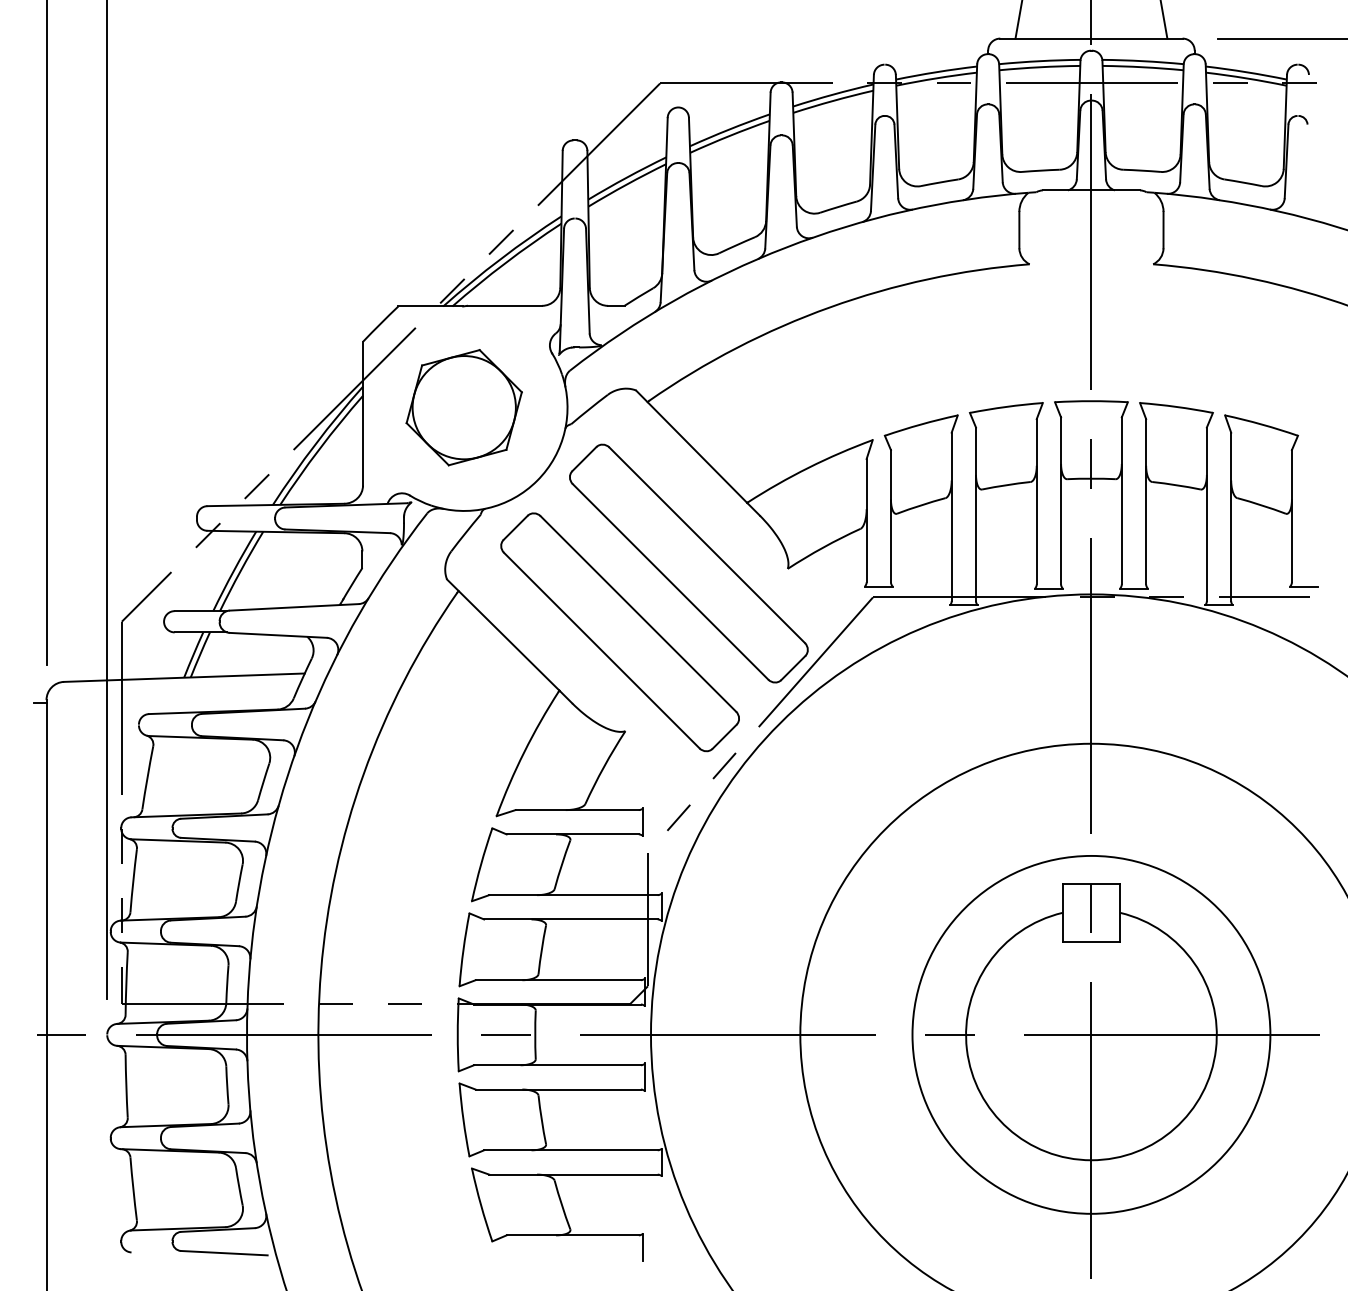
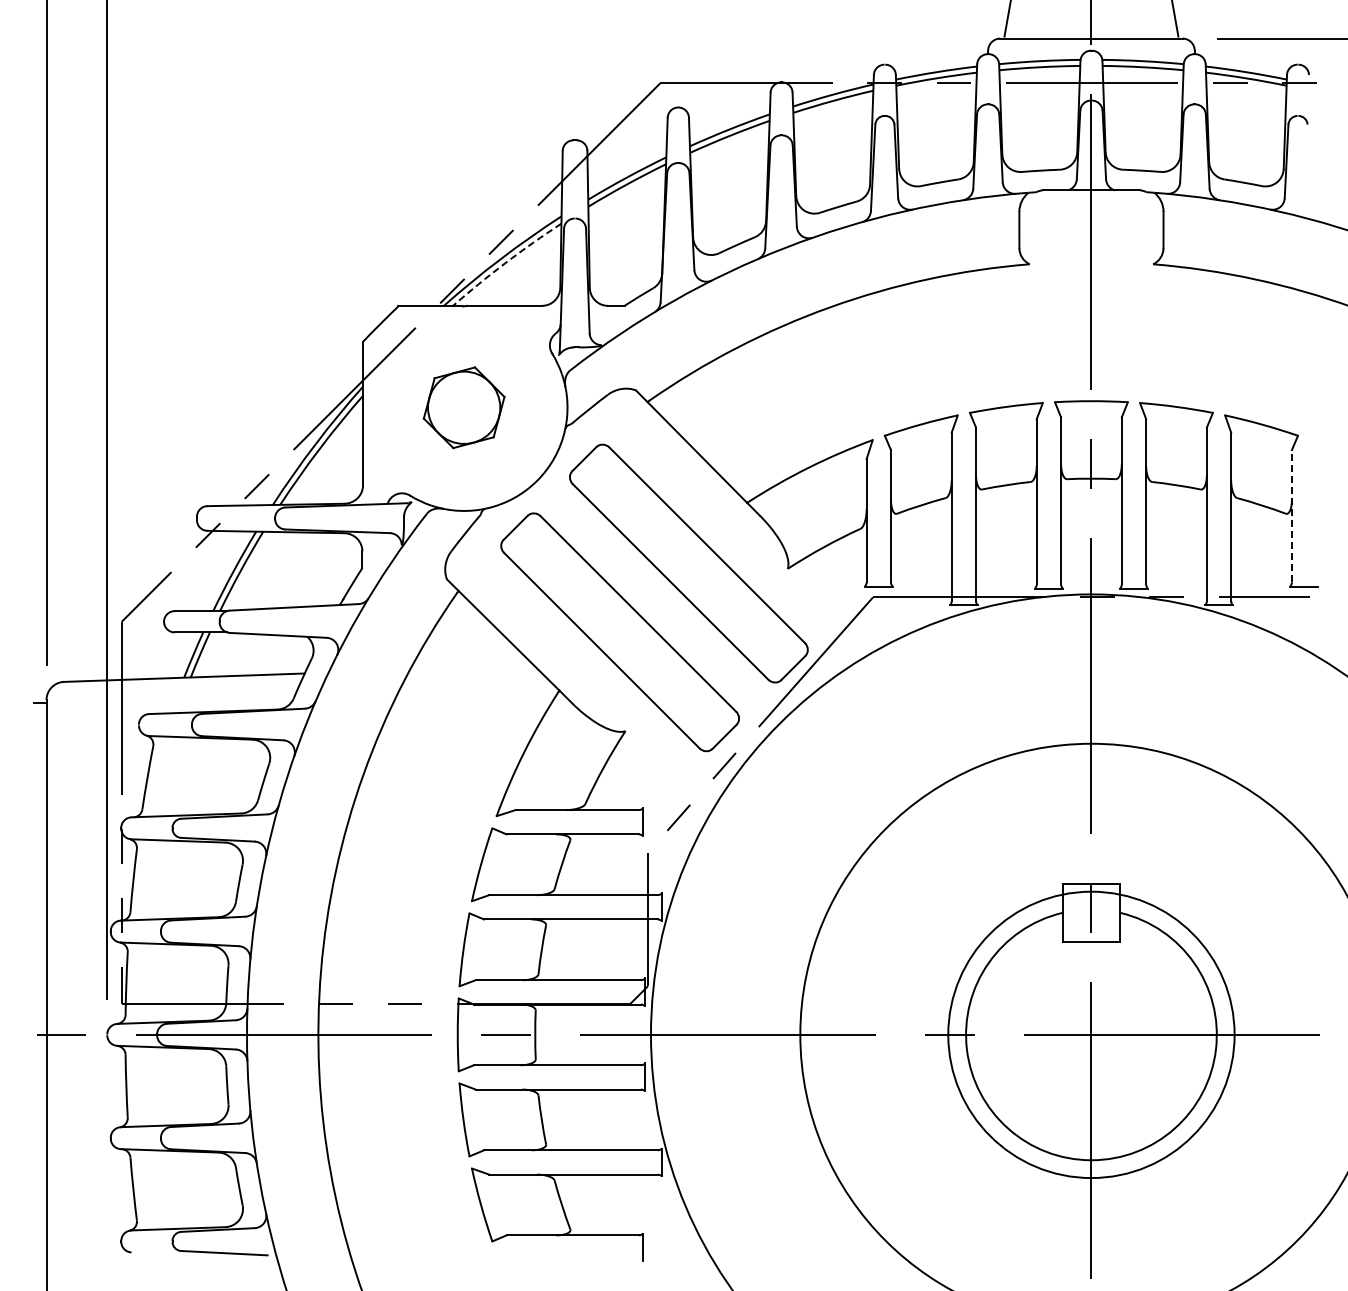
line at (1018, 20) position: (1018, 20) -> (1007, 19)
line at (1164, 20) position: (1164, 20) -> (1175, 19)
arc at (505, 263): solid -> dashed
part at (463, 407) size: 118x118 px -> 84x84 px
line at (1291, 515): solid -> dashed
circle at (1091, 1034) diameter: 358 px -> 286 px
